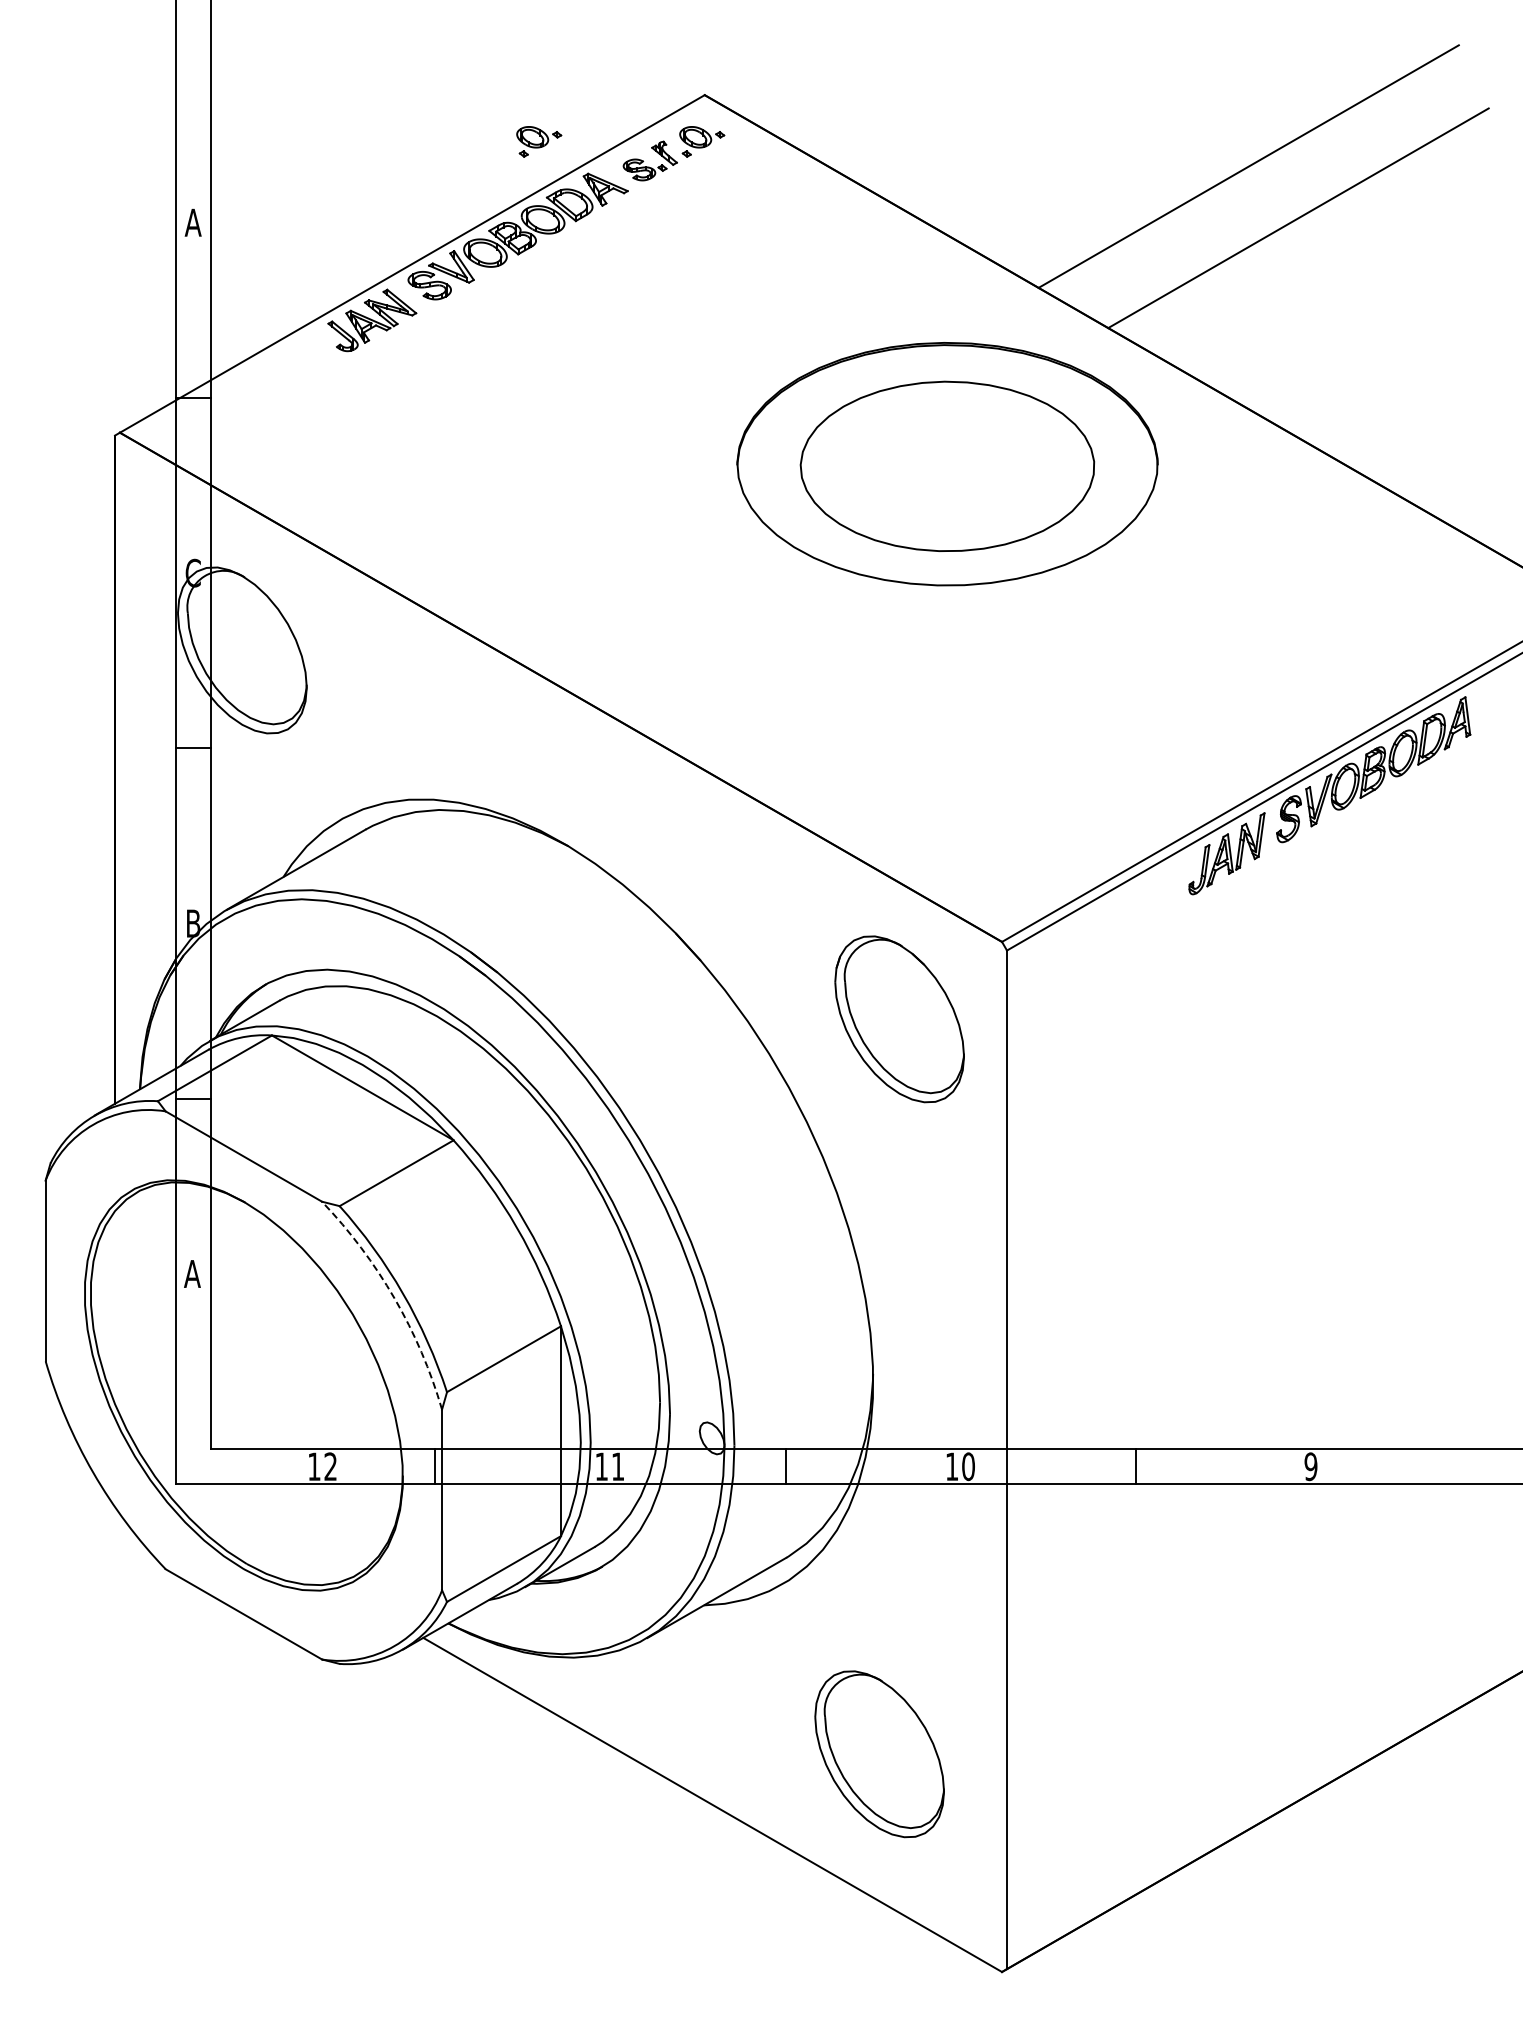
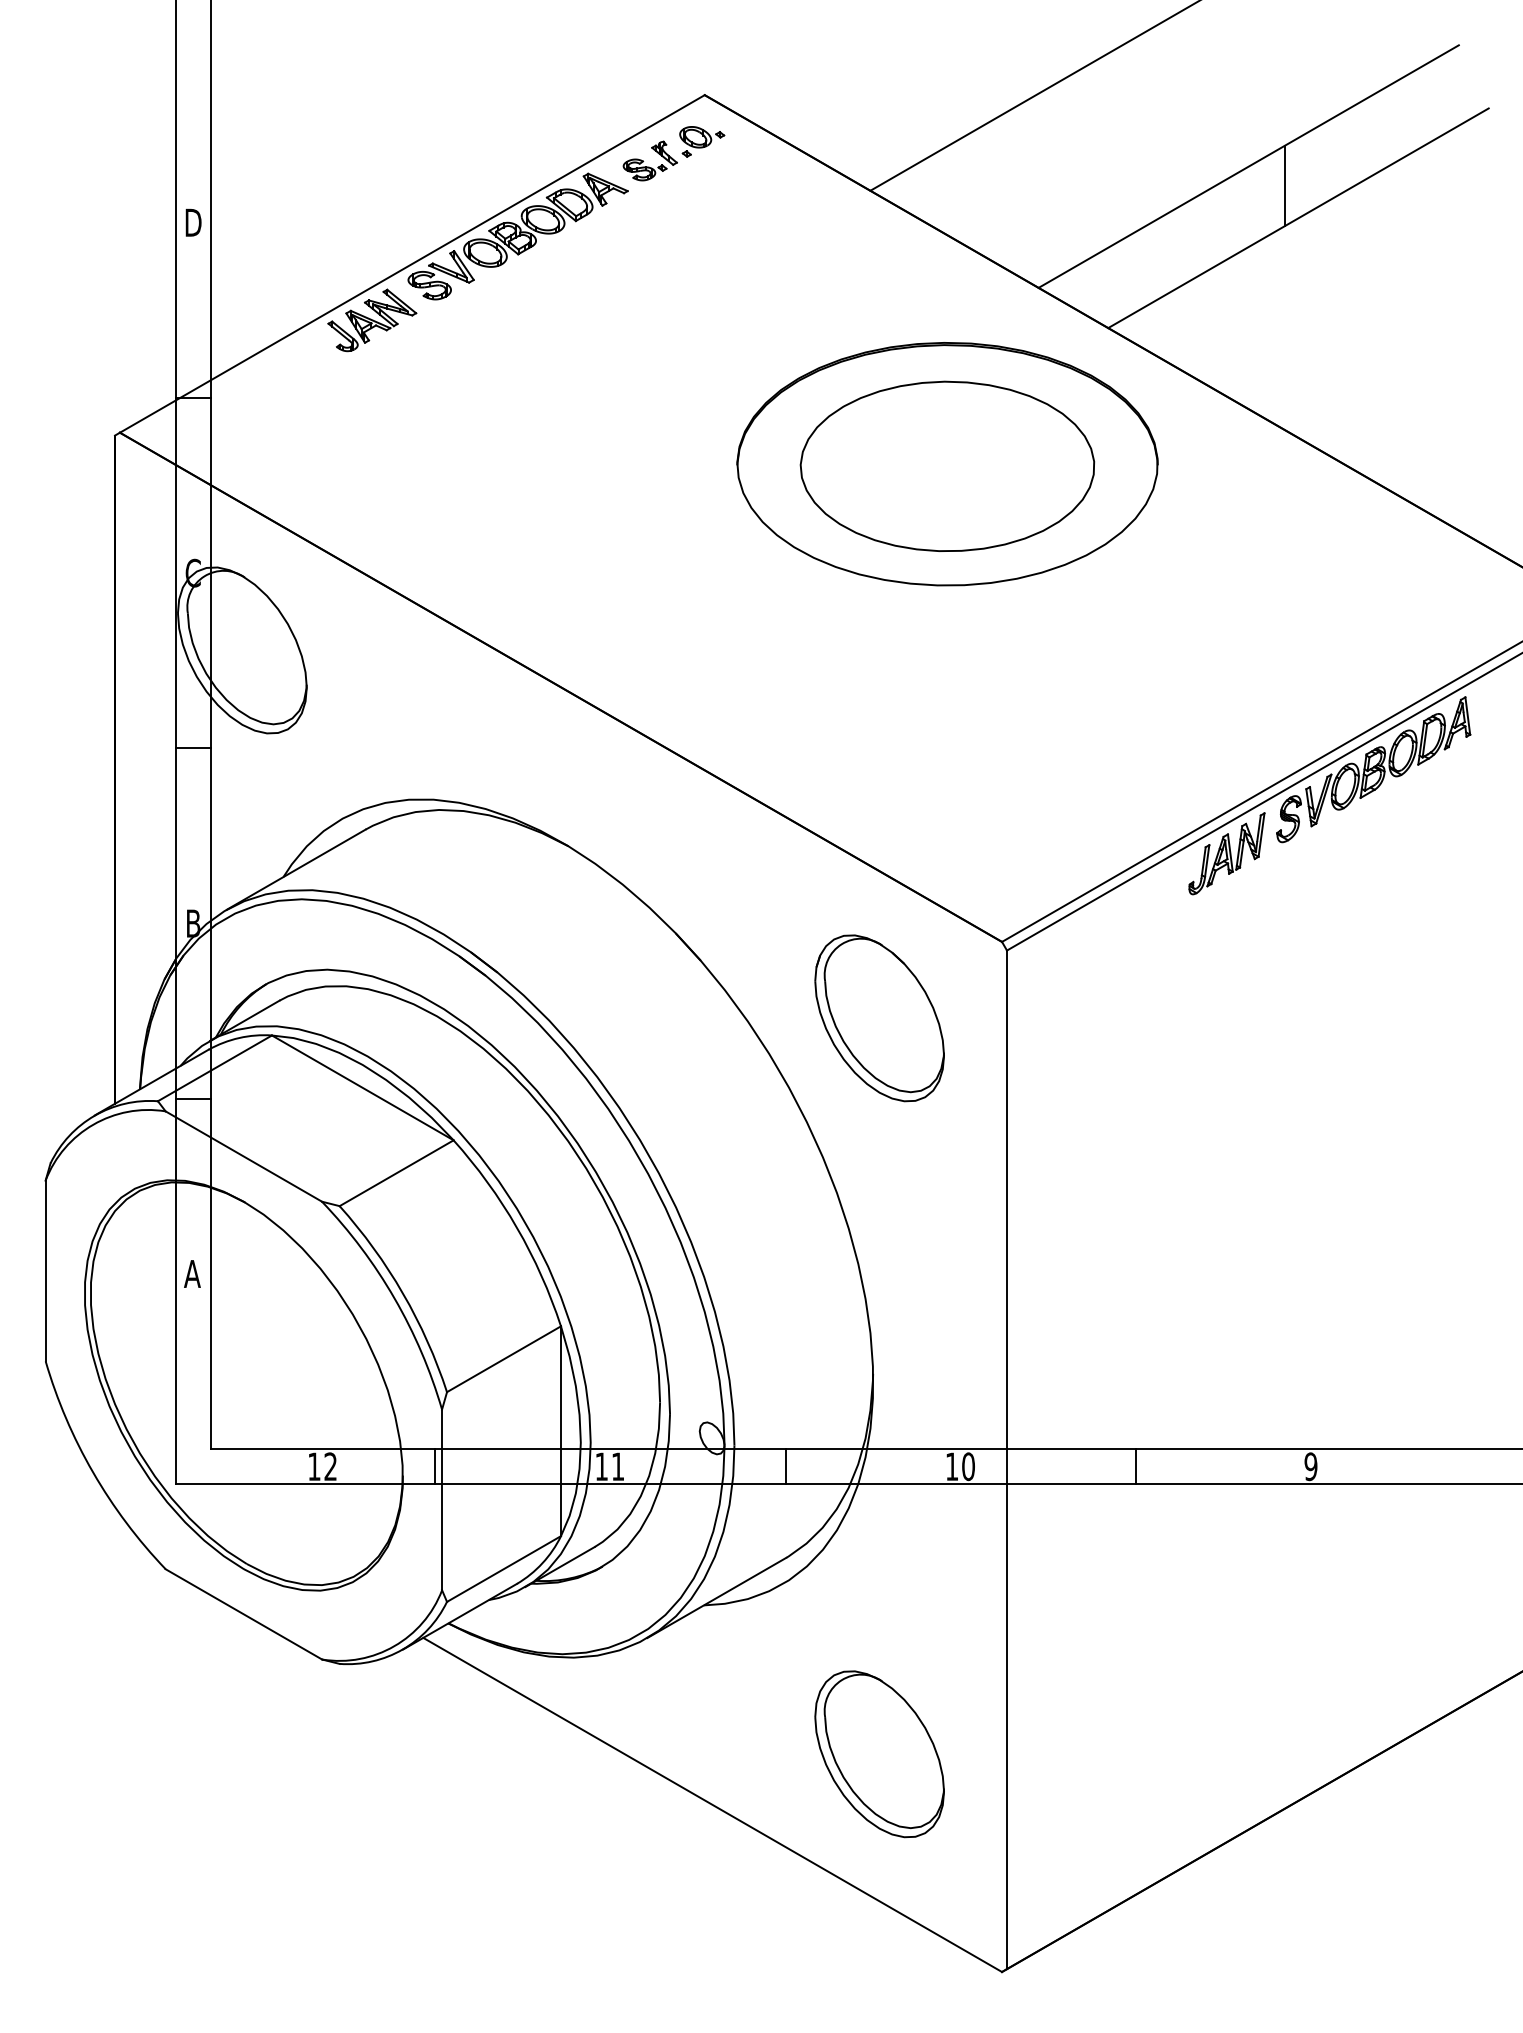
line at (1033, 96): none -> present
part at (539, 141): present -> none
line at (1284, 185): none -> present
text at (192, 222): A -> D
part at (899, 1019) position: (899, 1019) -> (879, 1018)
arc at (394, 1298): dashed -> solid
